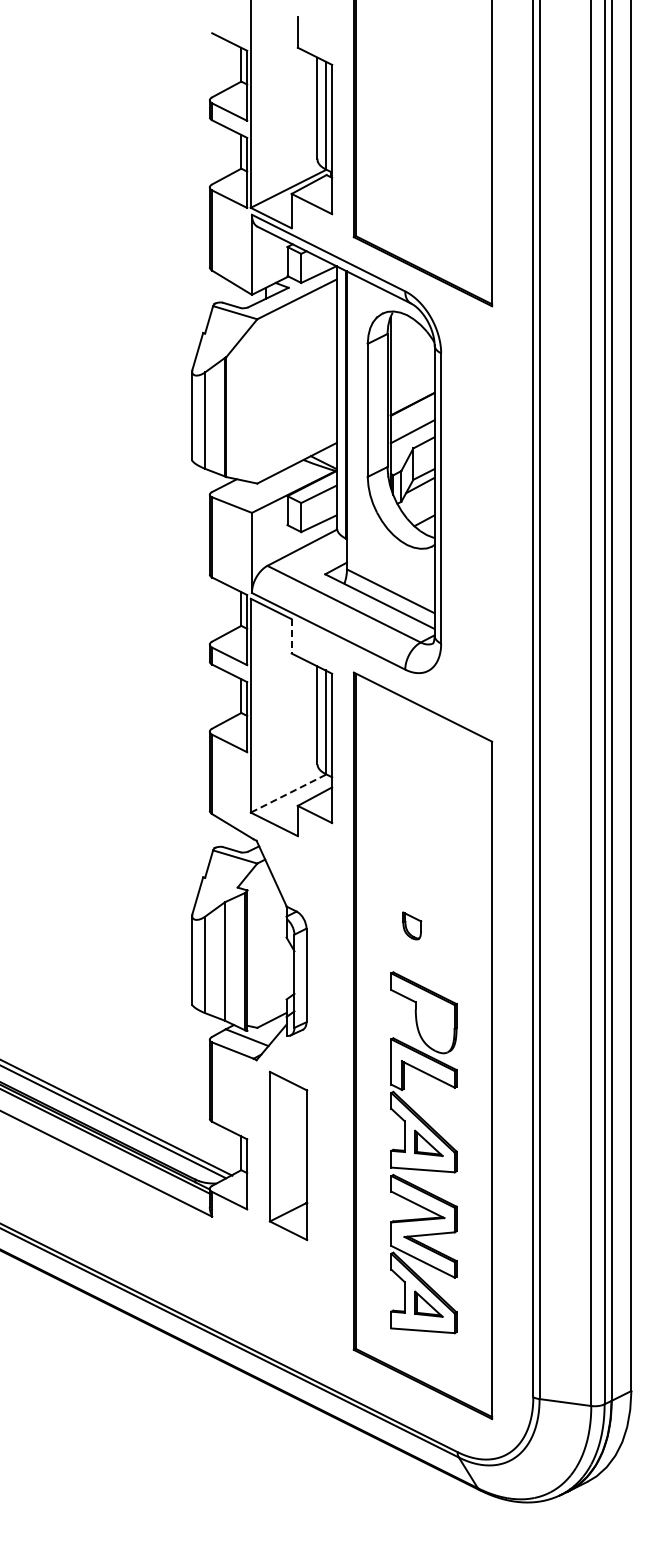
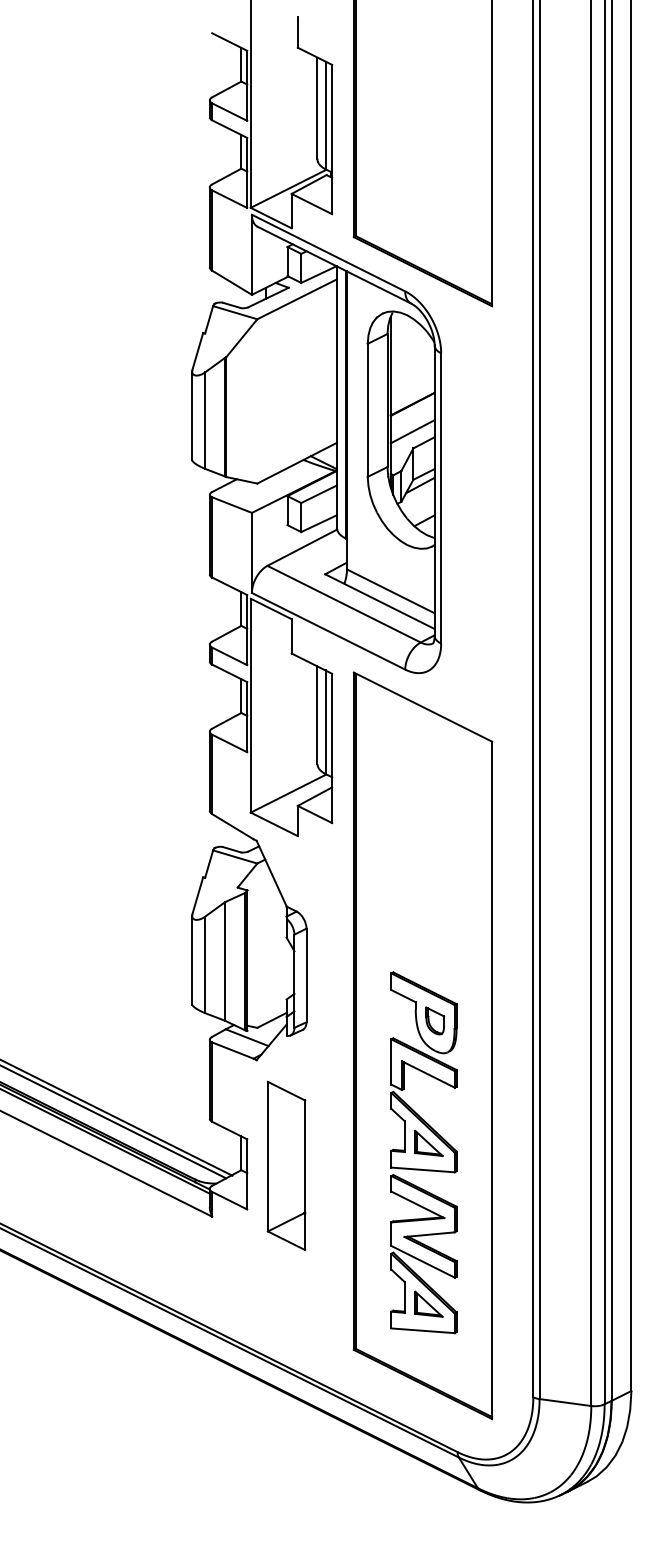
line at (291, 636): dashed -> solid
line at (287, 793): dashed -> solid
part at (412, 925) position: (412, 925) -> (435, 1020)
part at (288, 1155) position: (288, 1155) -> (286, 1165)
